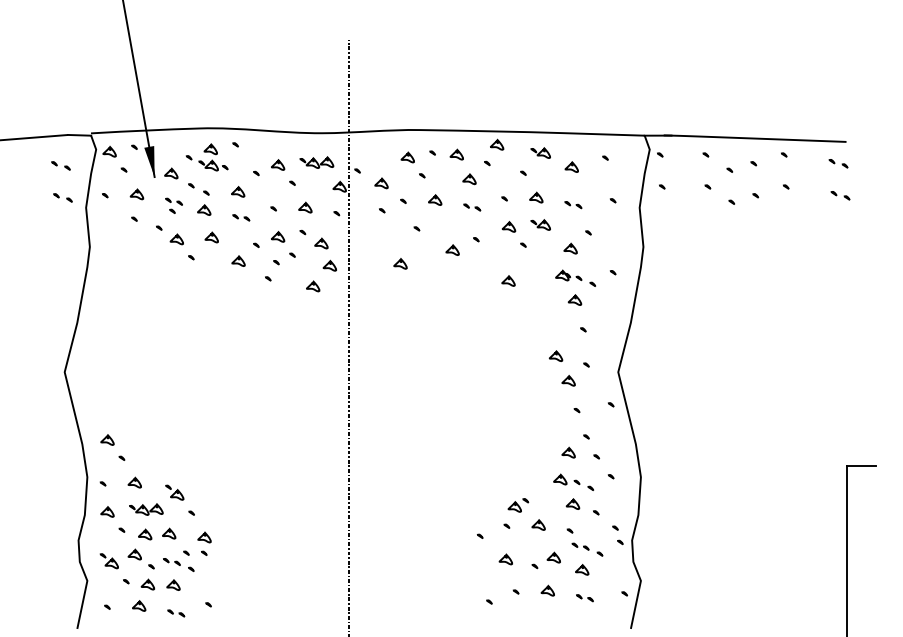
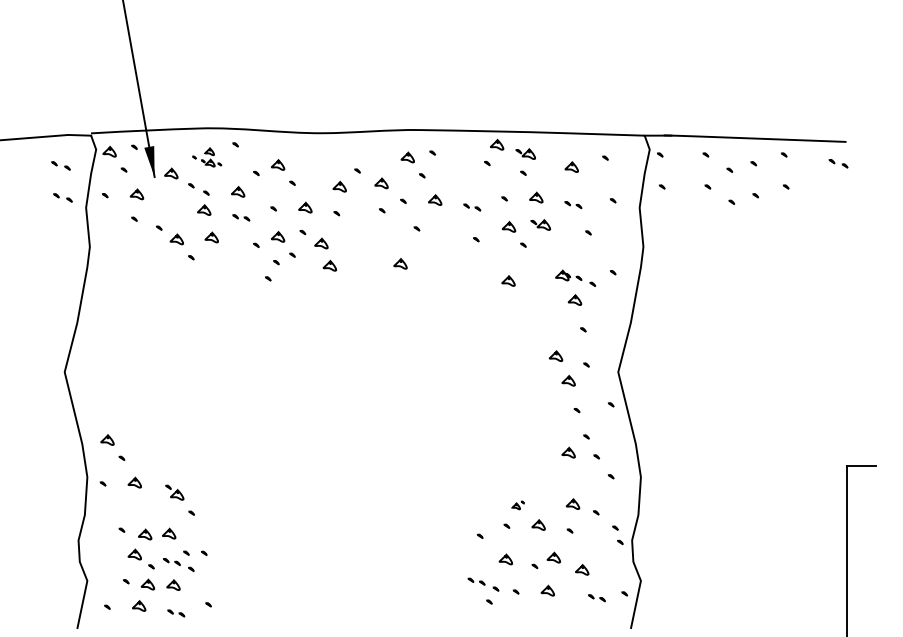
part at (540, 152) position: (540, 152) -> (525, 153)
curve at (456, 153): present -> none
part at (206, 157) size: 44x29 px -> 31x21 px
part at (316, 162): present -> none
curve at (469, 178): present -> none
part at (840, 195): present -> none
part at (173, 205): present -> none
curve at (570, 247): present -> none
curve at (452, 249): present -> none
curve at (238, 260): present -> none
curve at (313, 285): present -> none
line at (349, 336): present -> none
part at (573, 481): present -> none
part at (518, 505) size: 23x15 px -> 14x11 px
part at (146, 509): present -> none
curve at (107, 510): present -> none
curve at (204, 536): present -> none
part at (587, 549) position: (587, 549) -> (483, 584)
part at (108, 561): present -> none
part at (584, 598) position: (584, 598) -> (596, 598)
